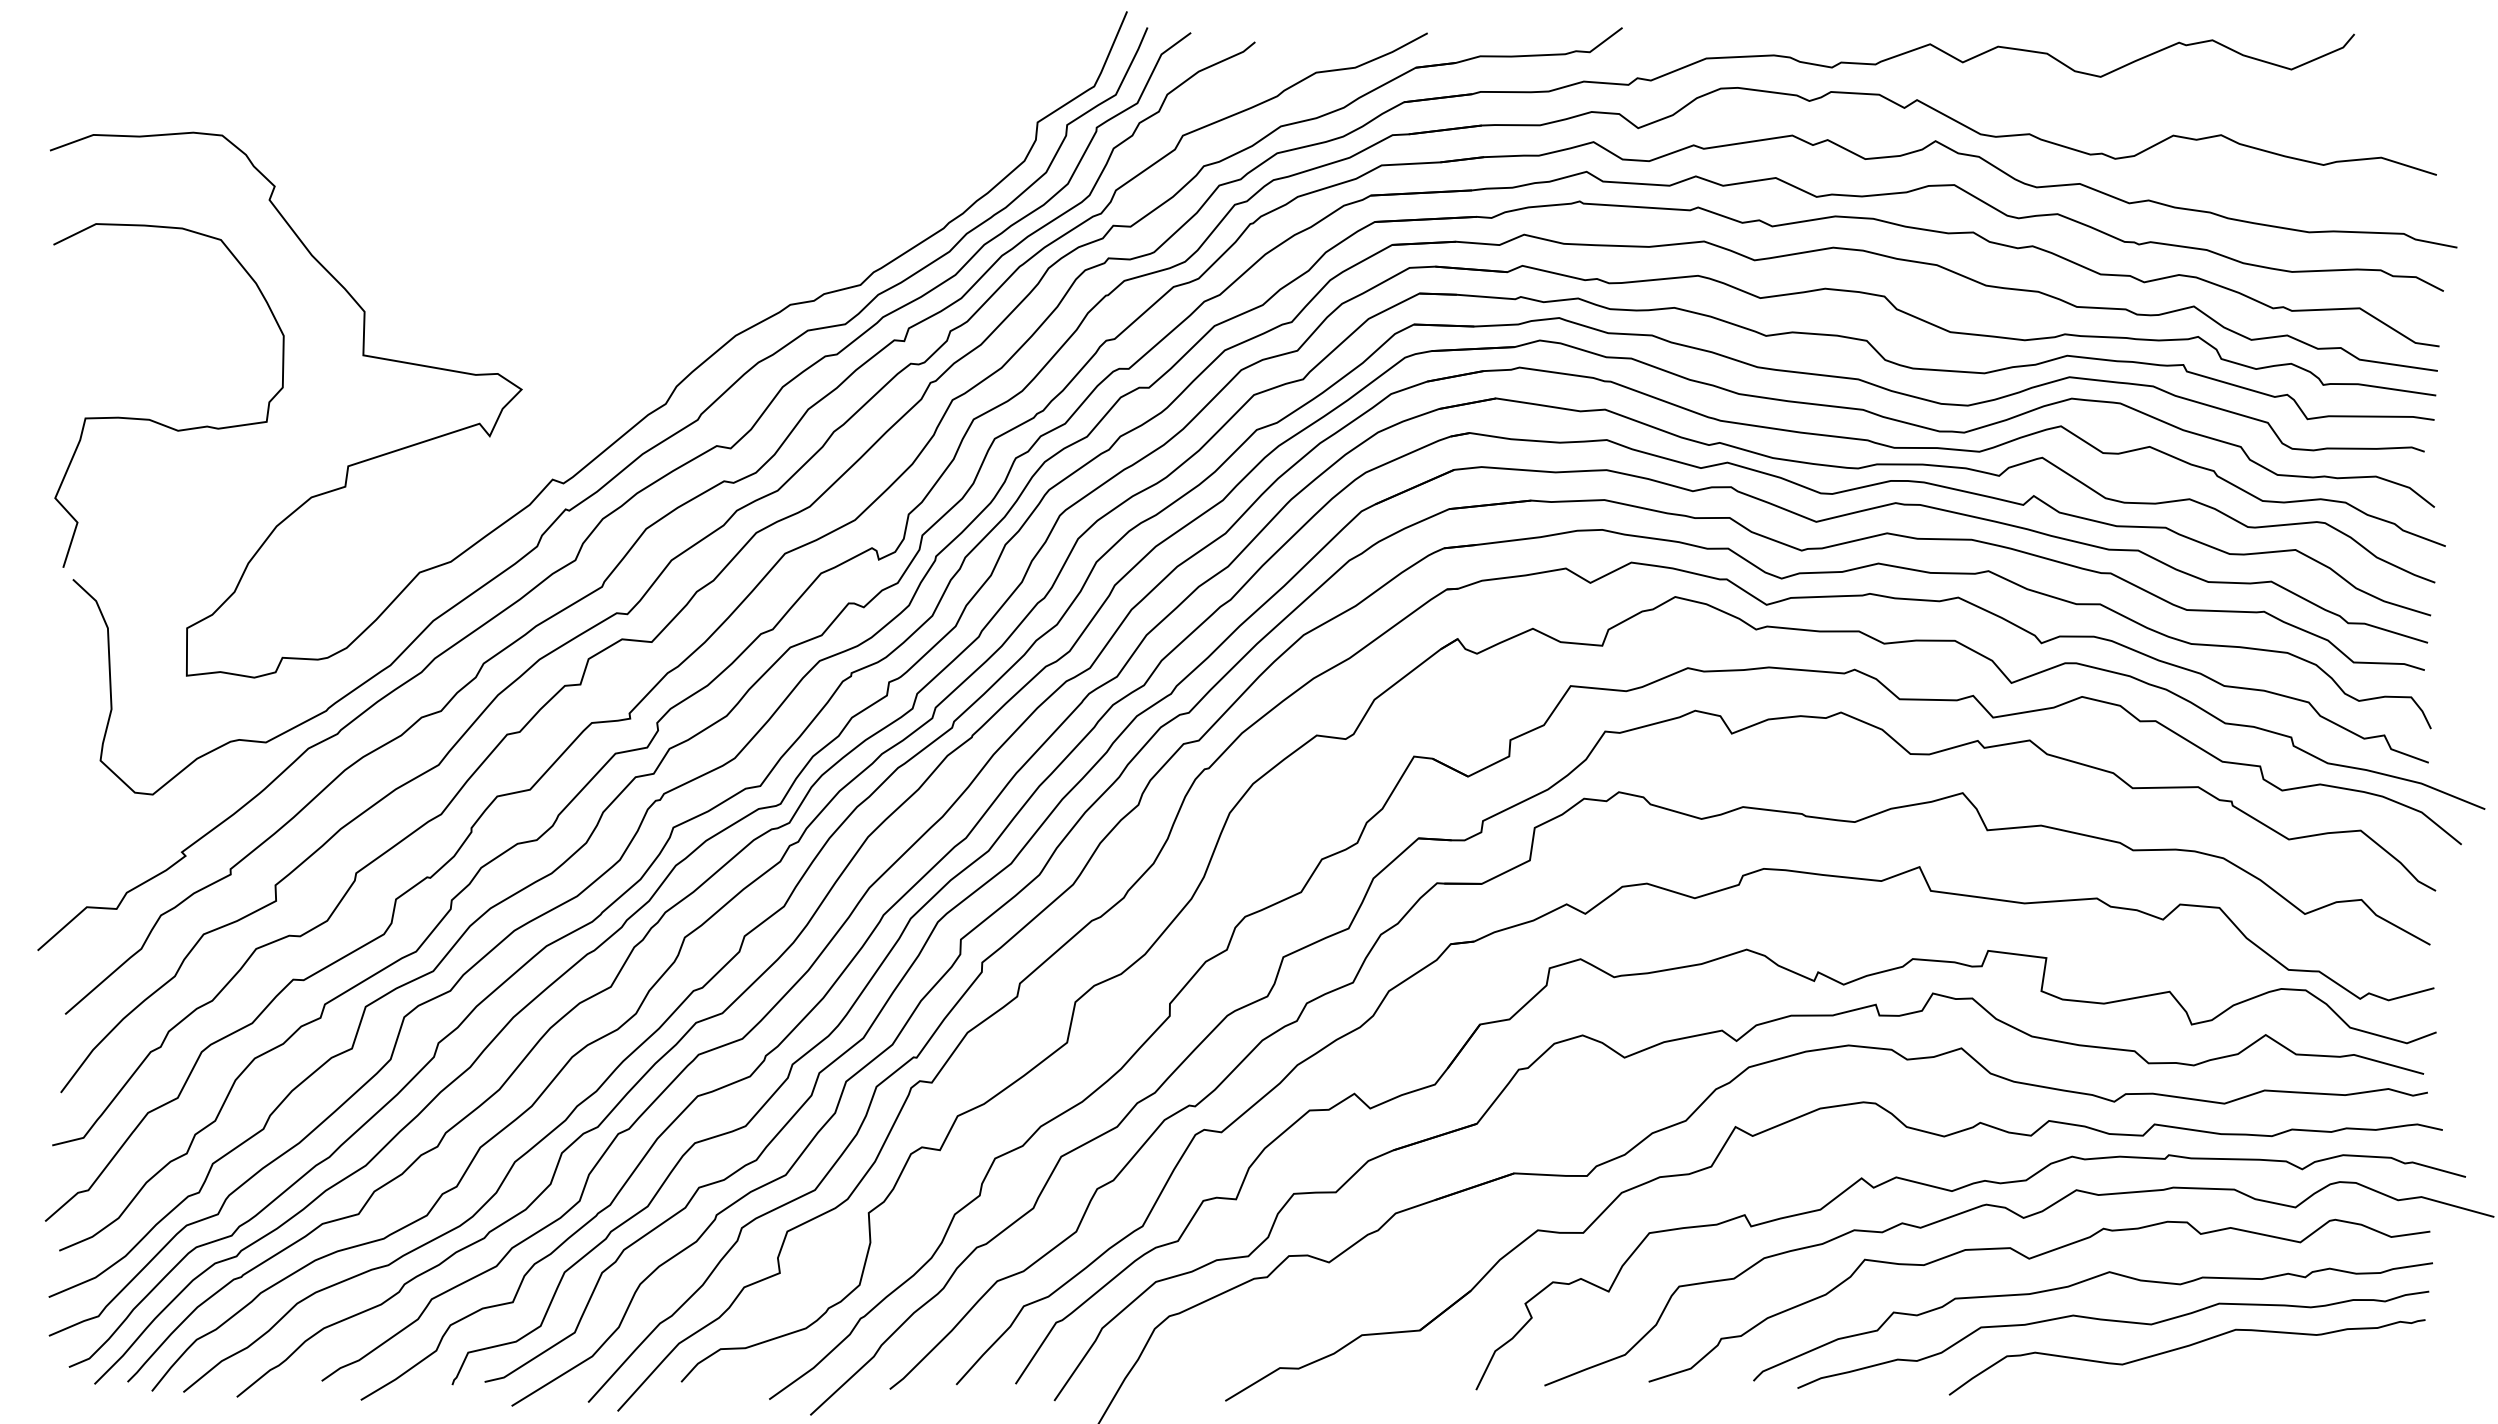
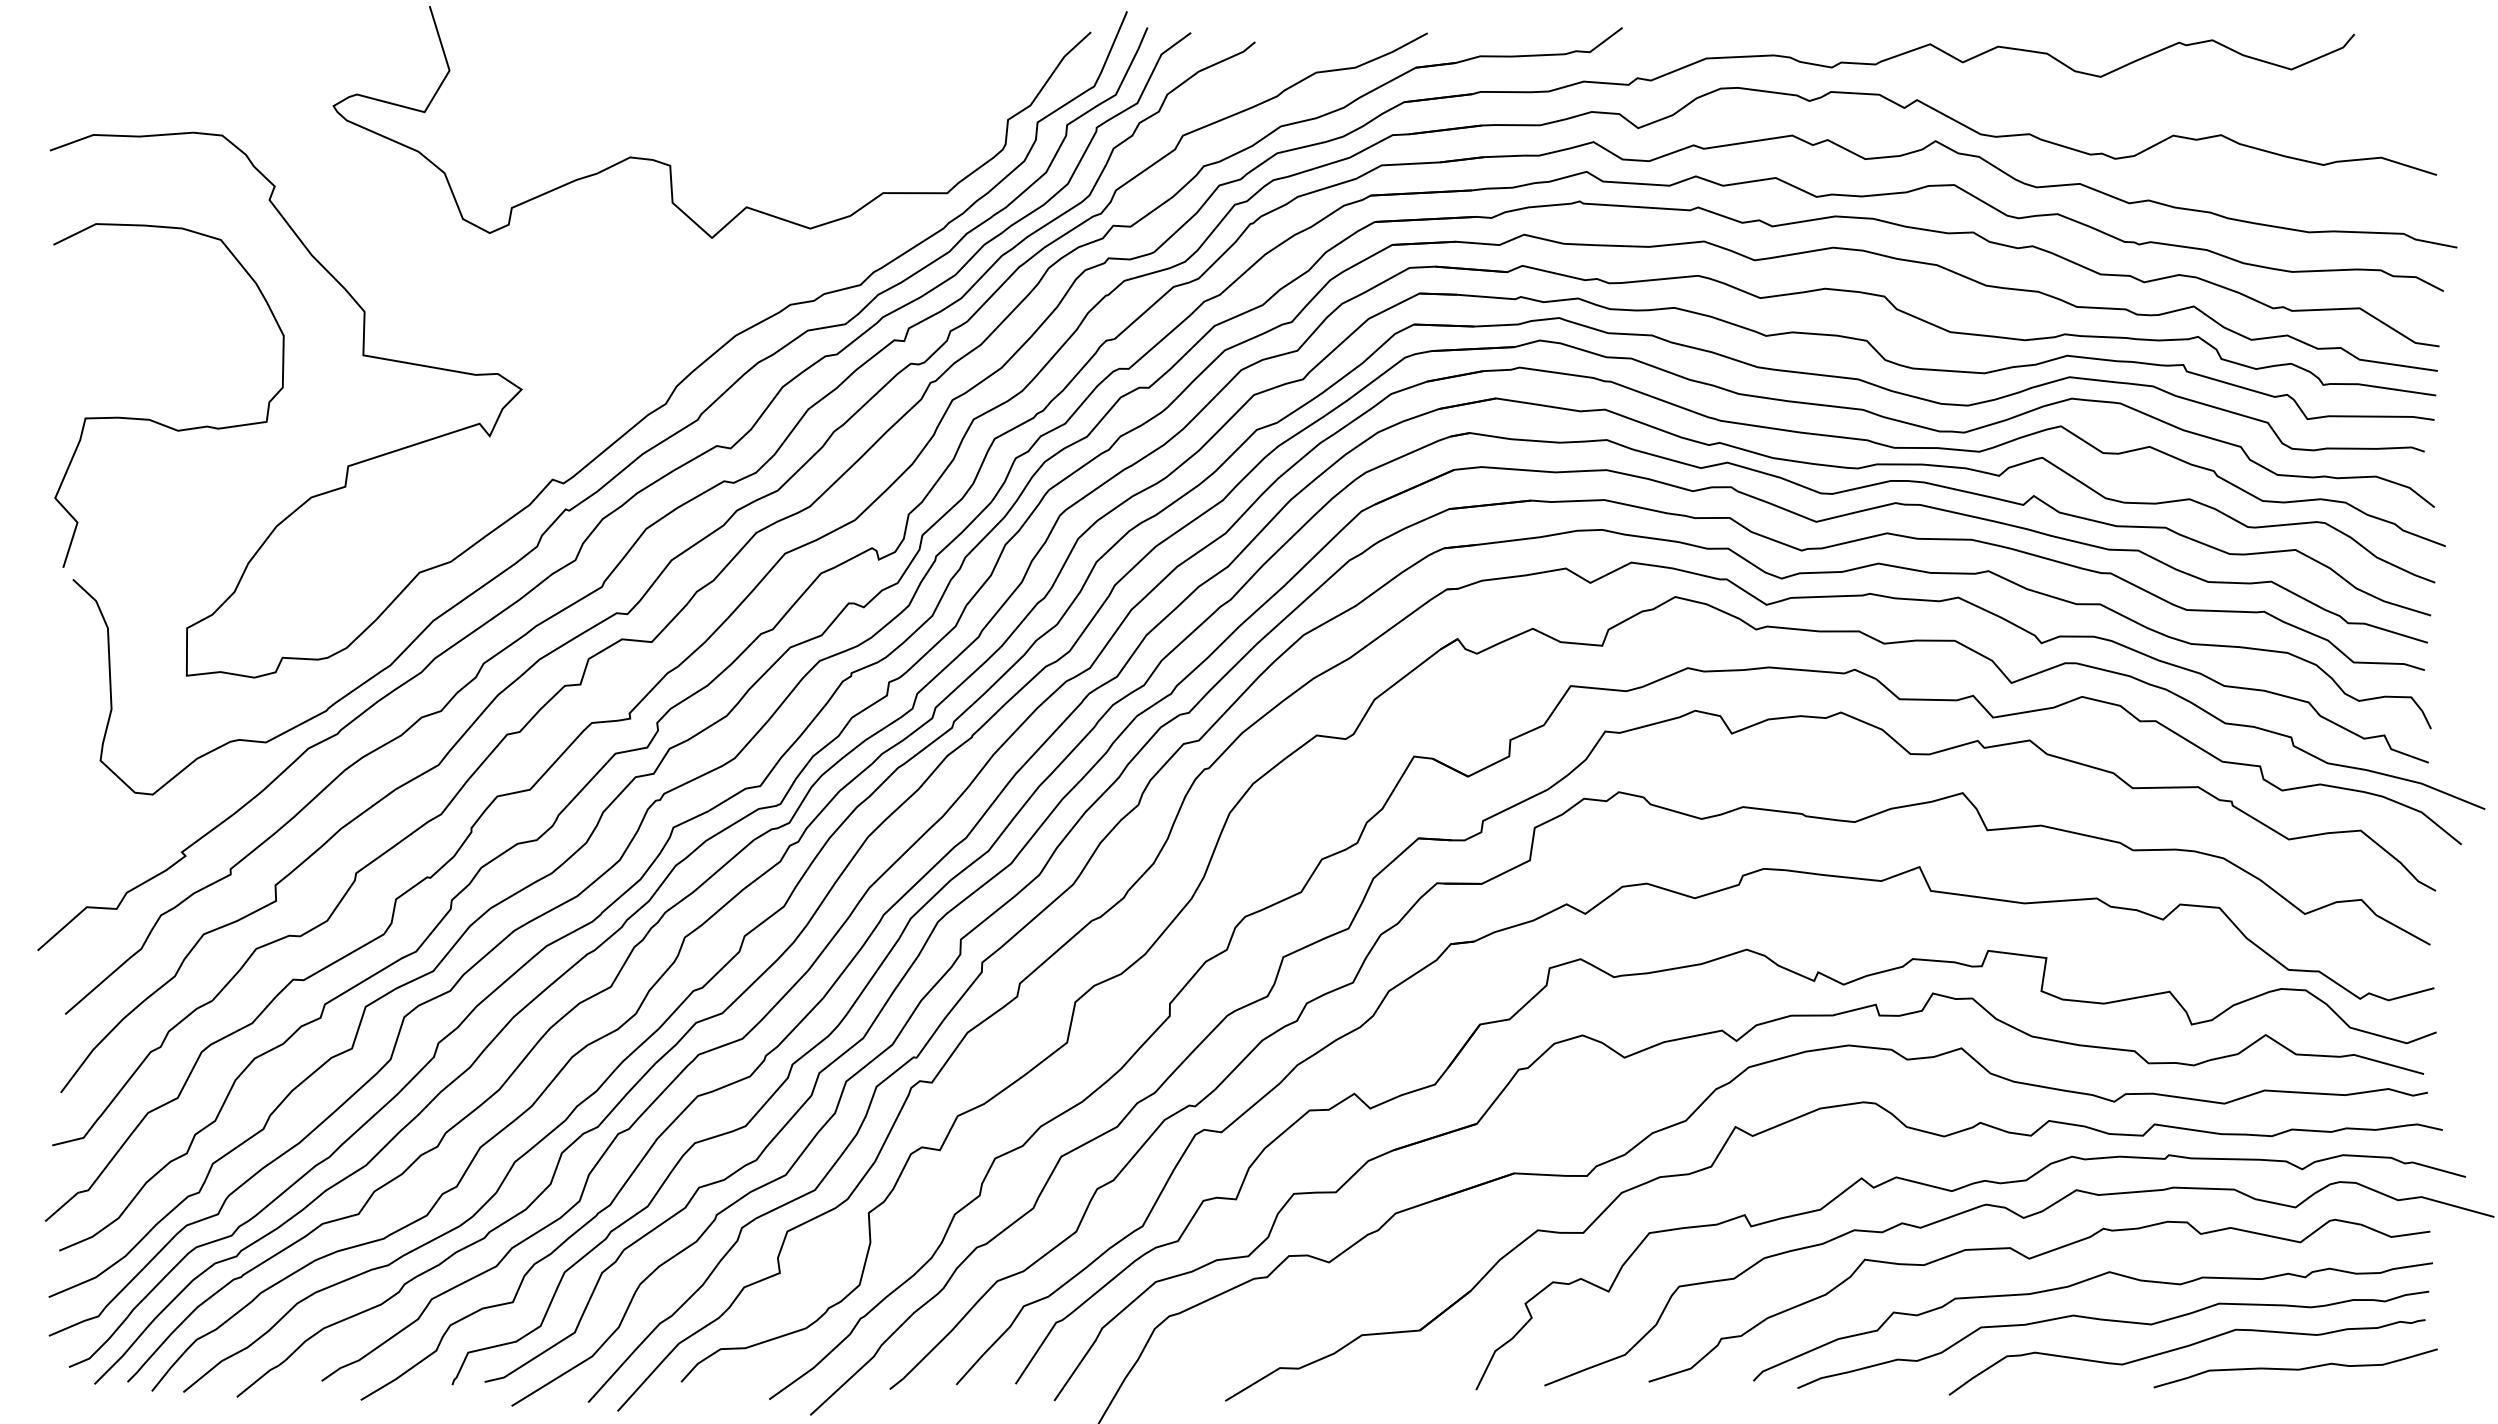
curve at (670, 164): none -> present
curve at (2295, 1368): none -> present
